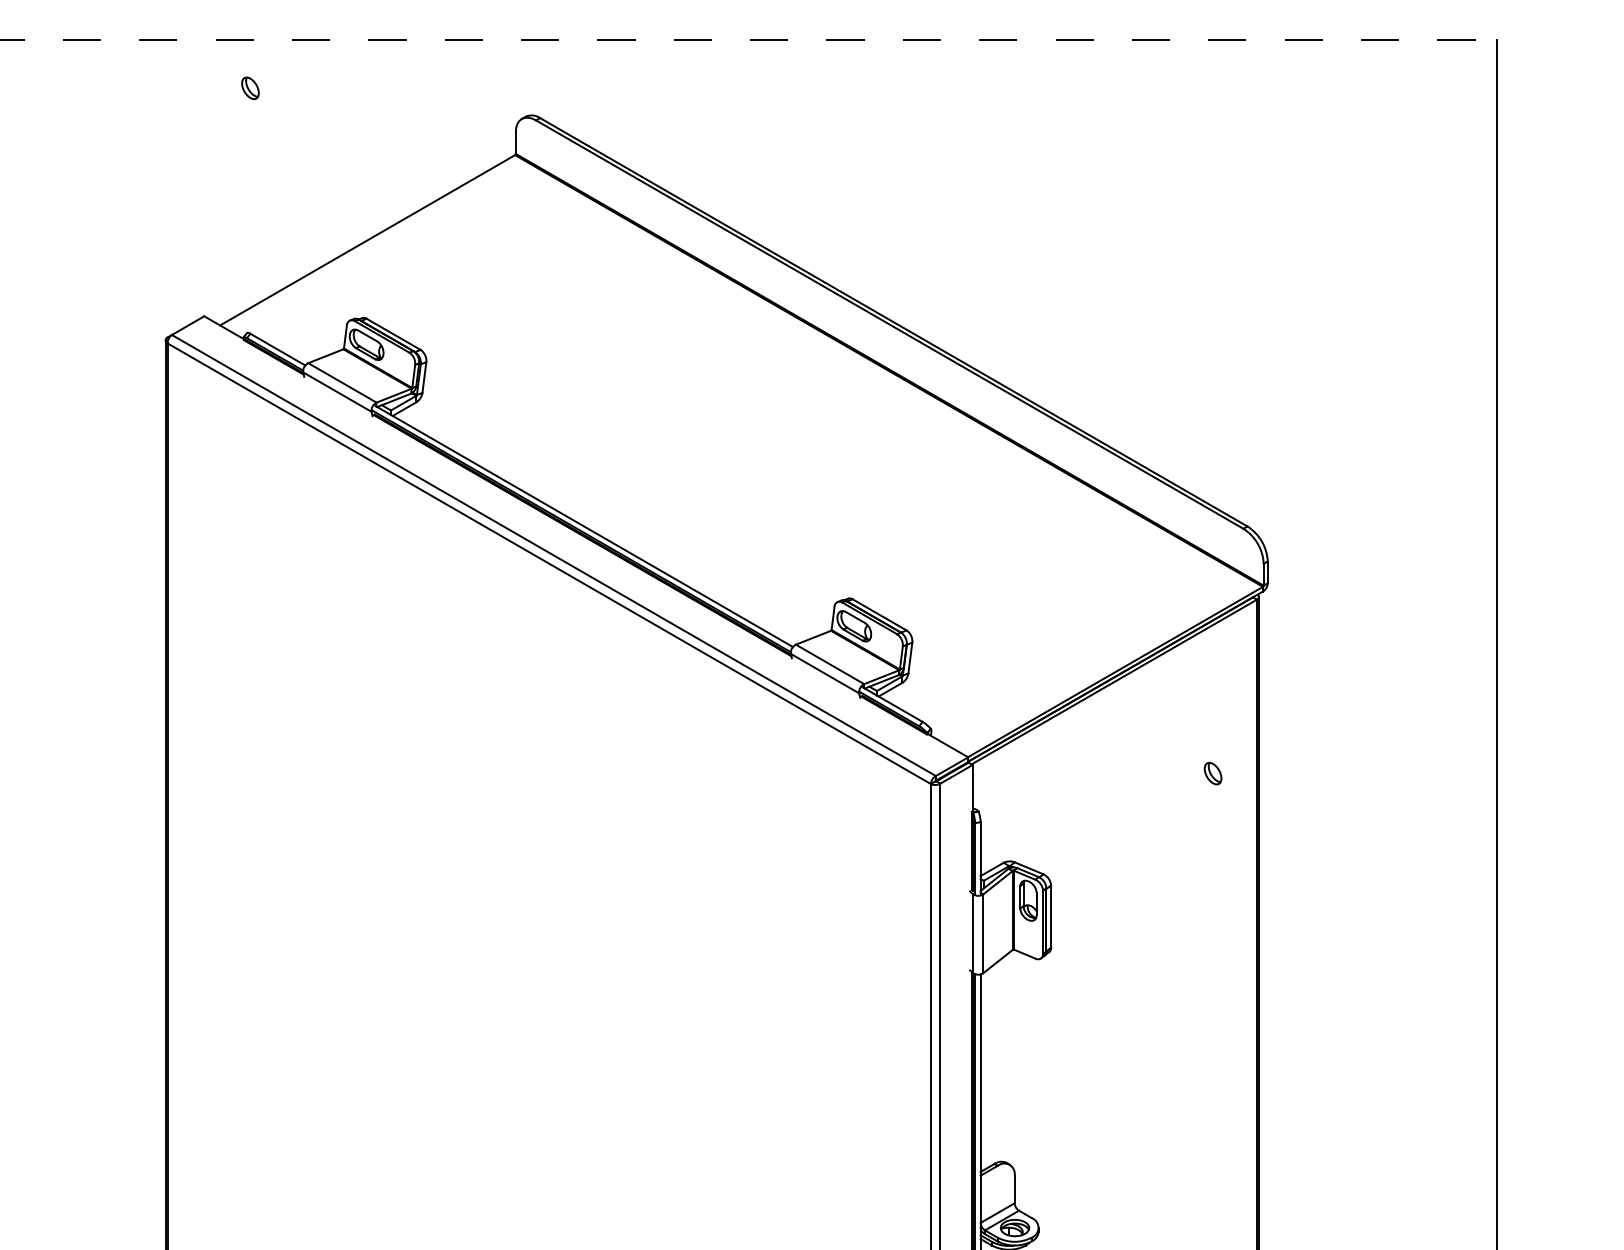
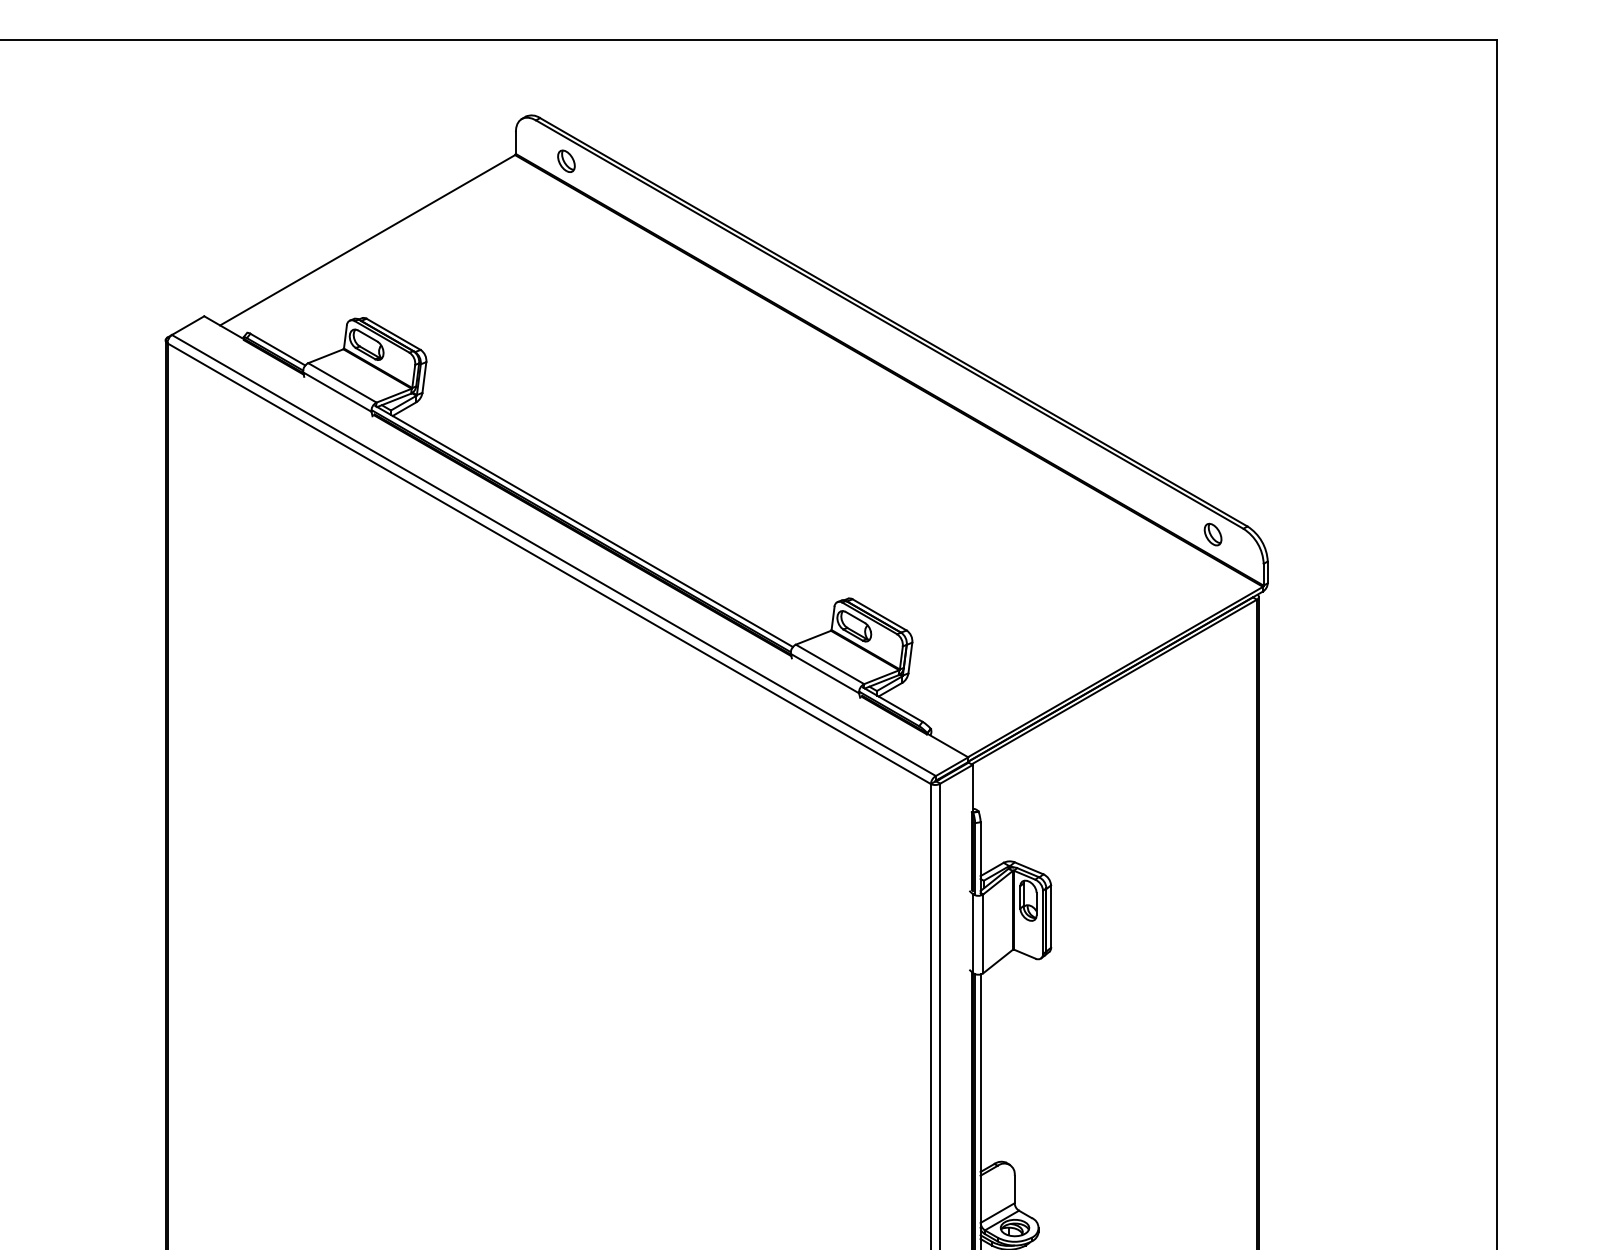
line at (749, 40): dashed -> solid
part at (250, 87) position: (250, 87) -> (566, 160)
part at (1212, 773) position: (1212, 773) -> (1212, 534)
